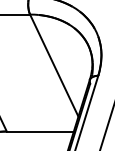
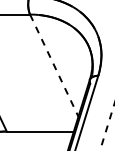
line at (54, 66): solid -> dashed
line at (107, 126): solid -> dashed
